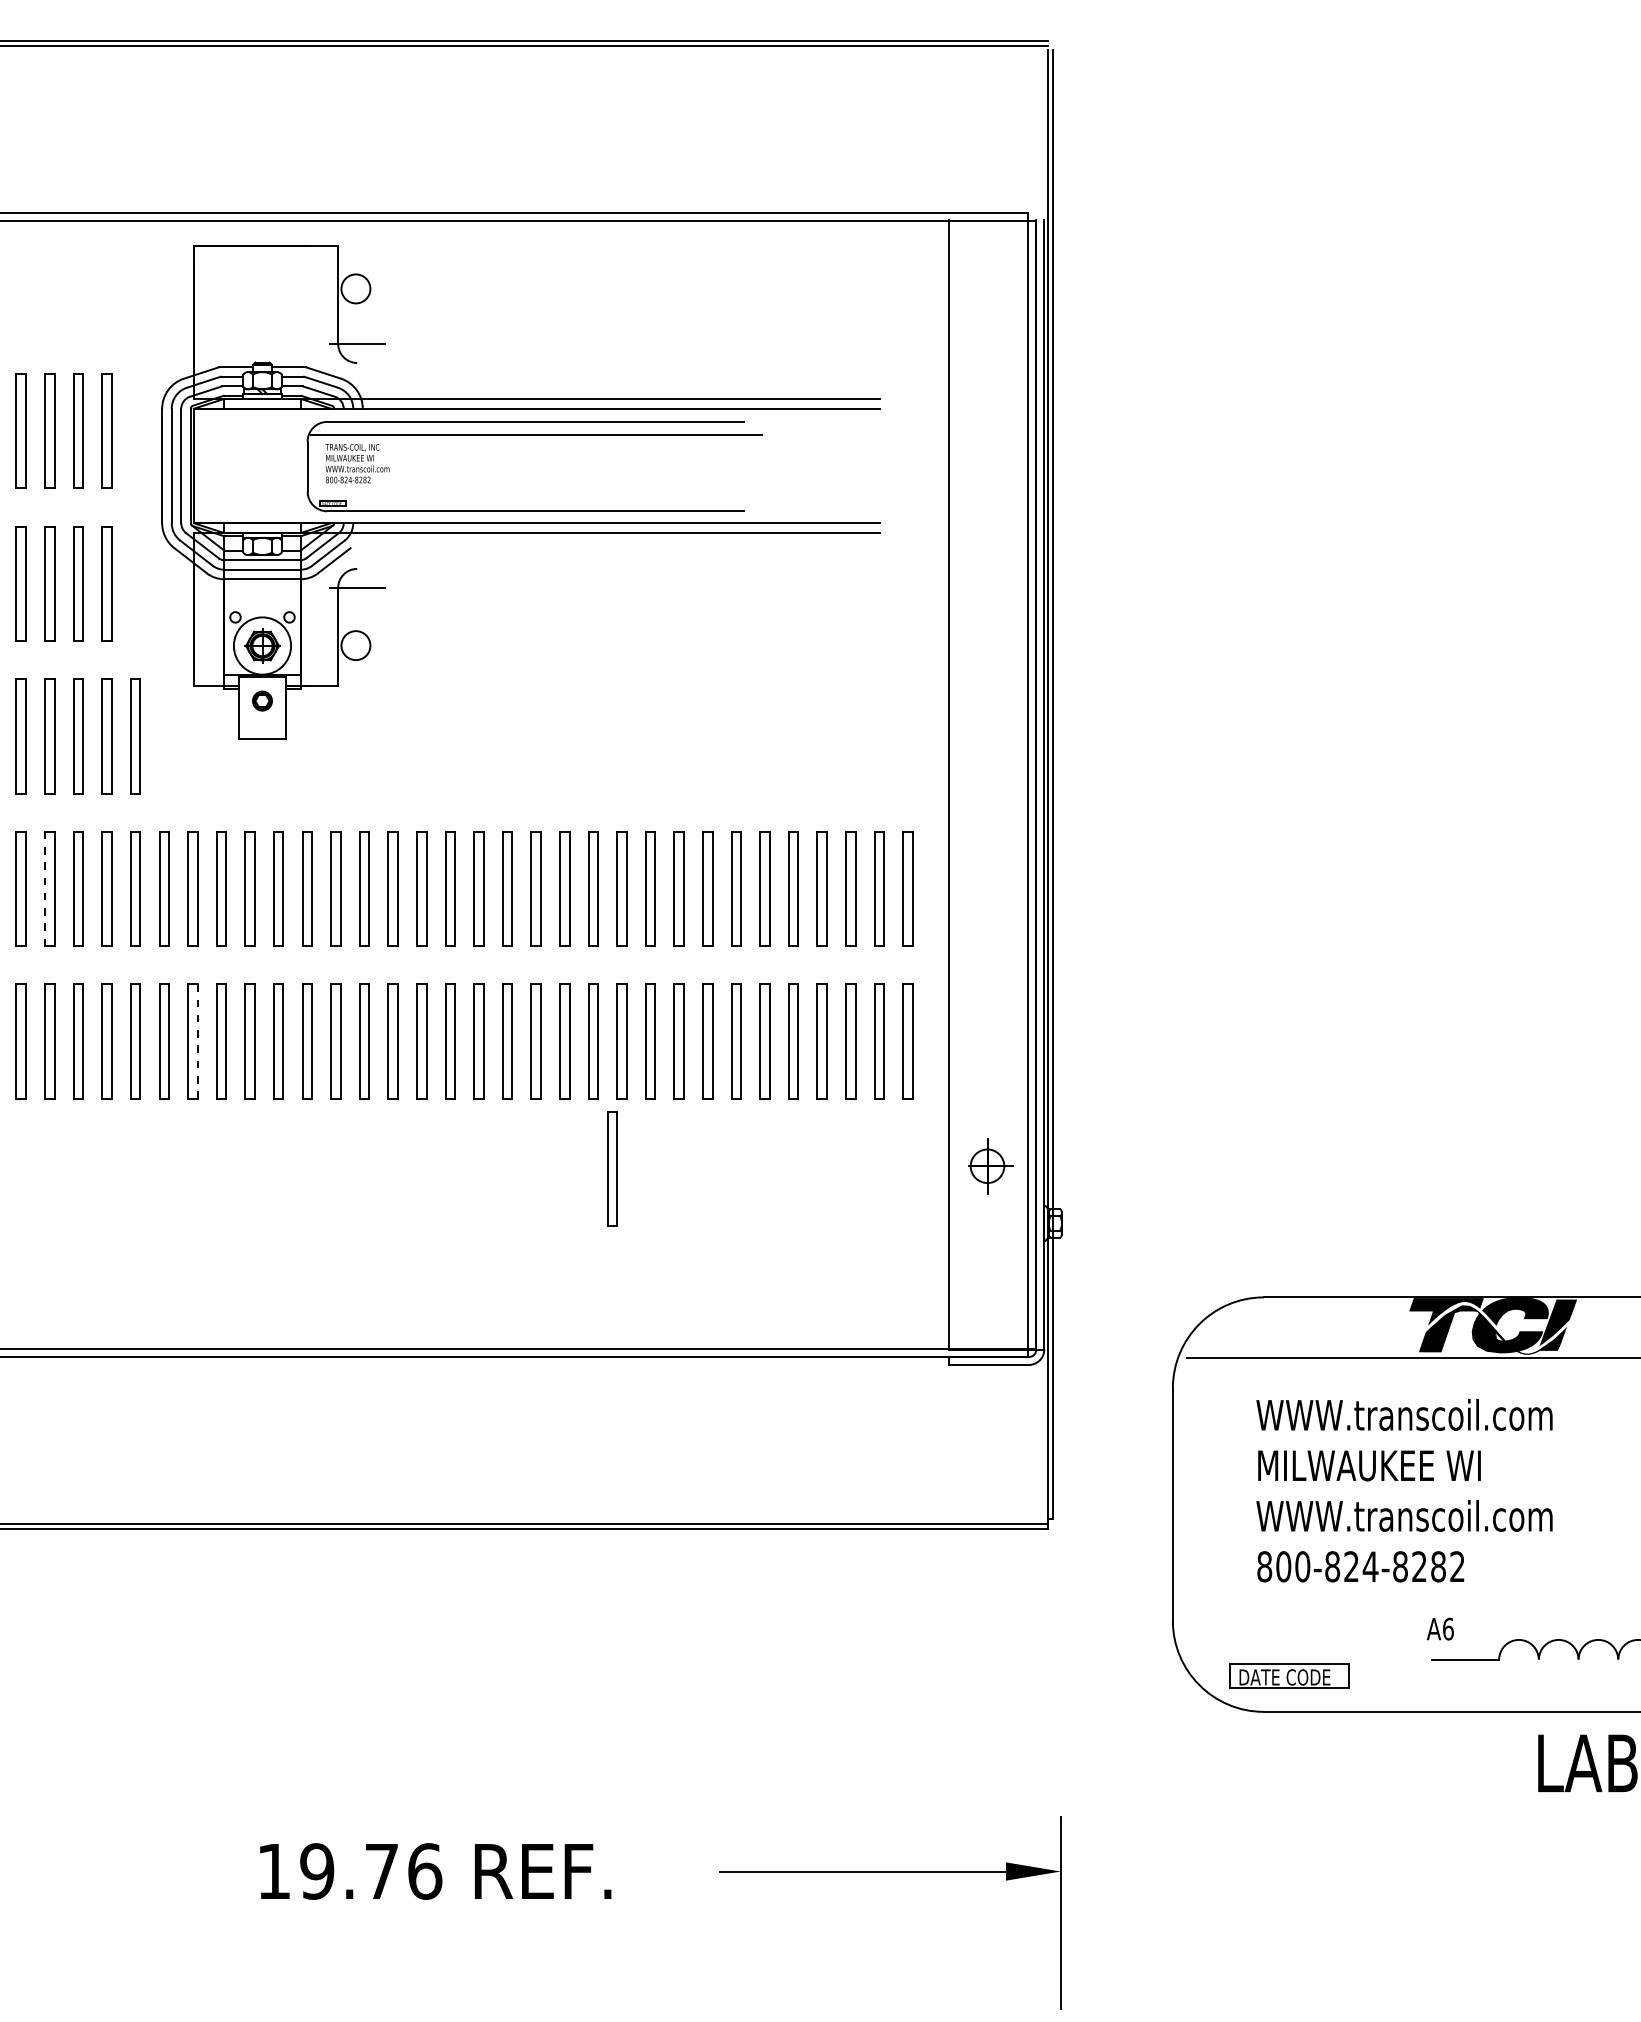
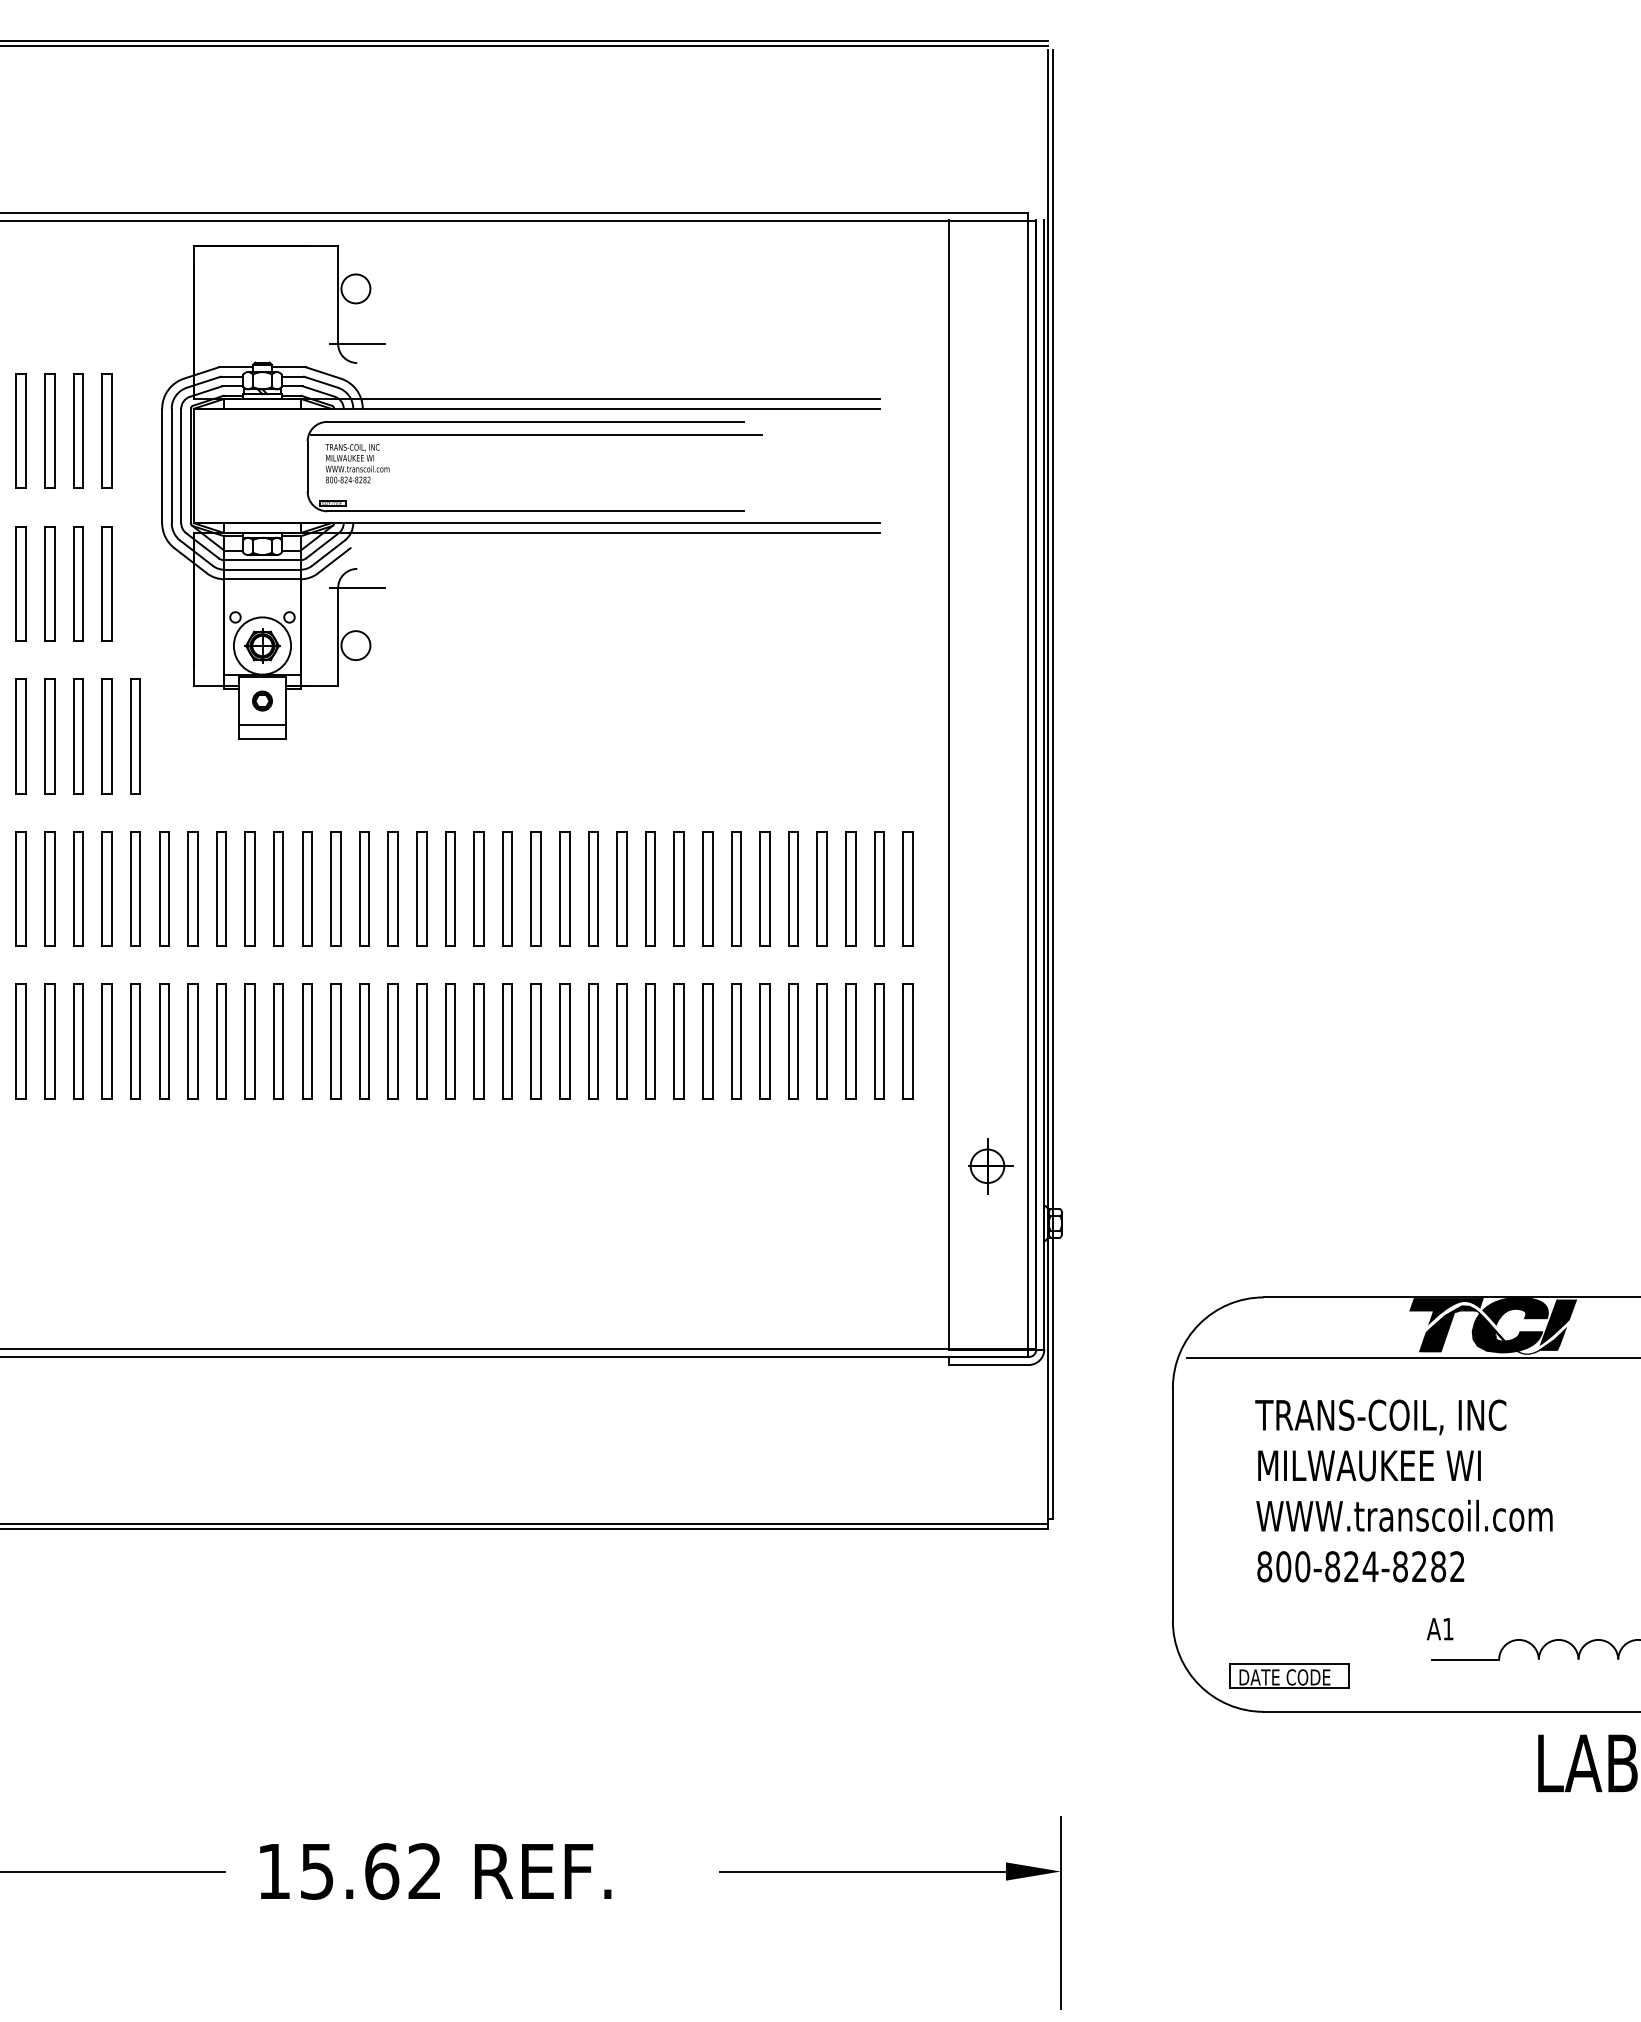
line at (262, 724): none -> present
line at (45, 889): dashed -> solid
line at (197, 1041): dashed -> solid
part at (612, 1168): present -> none
text at (1403, 1416): WWW.transcoil.com -> TRANS-COIL, INC
text at (1448, 1628): A6 -> A1
line at (113, 1871): none -> present
text at (371, 1871): 19.76 -> 15.62
